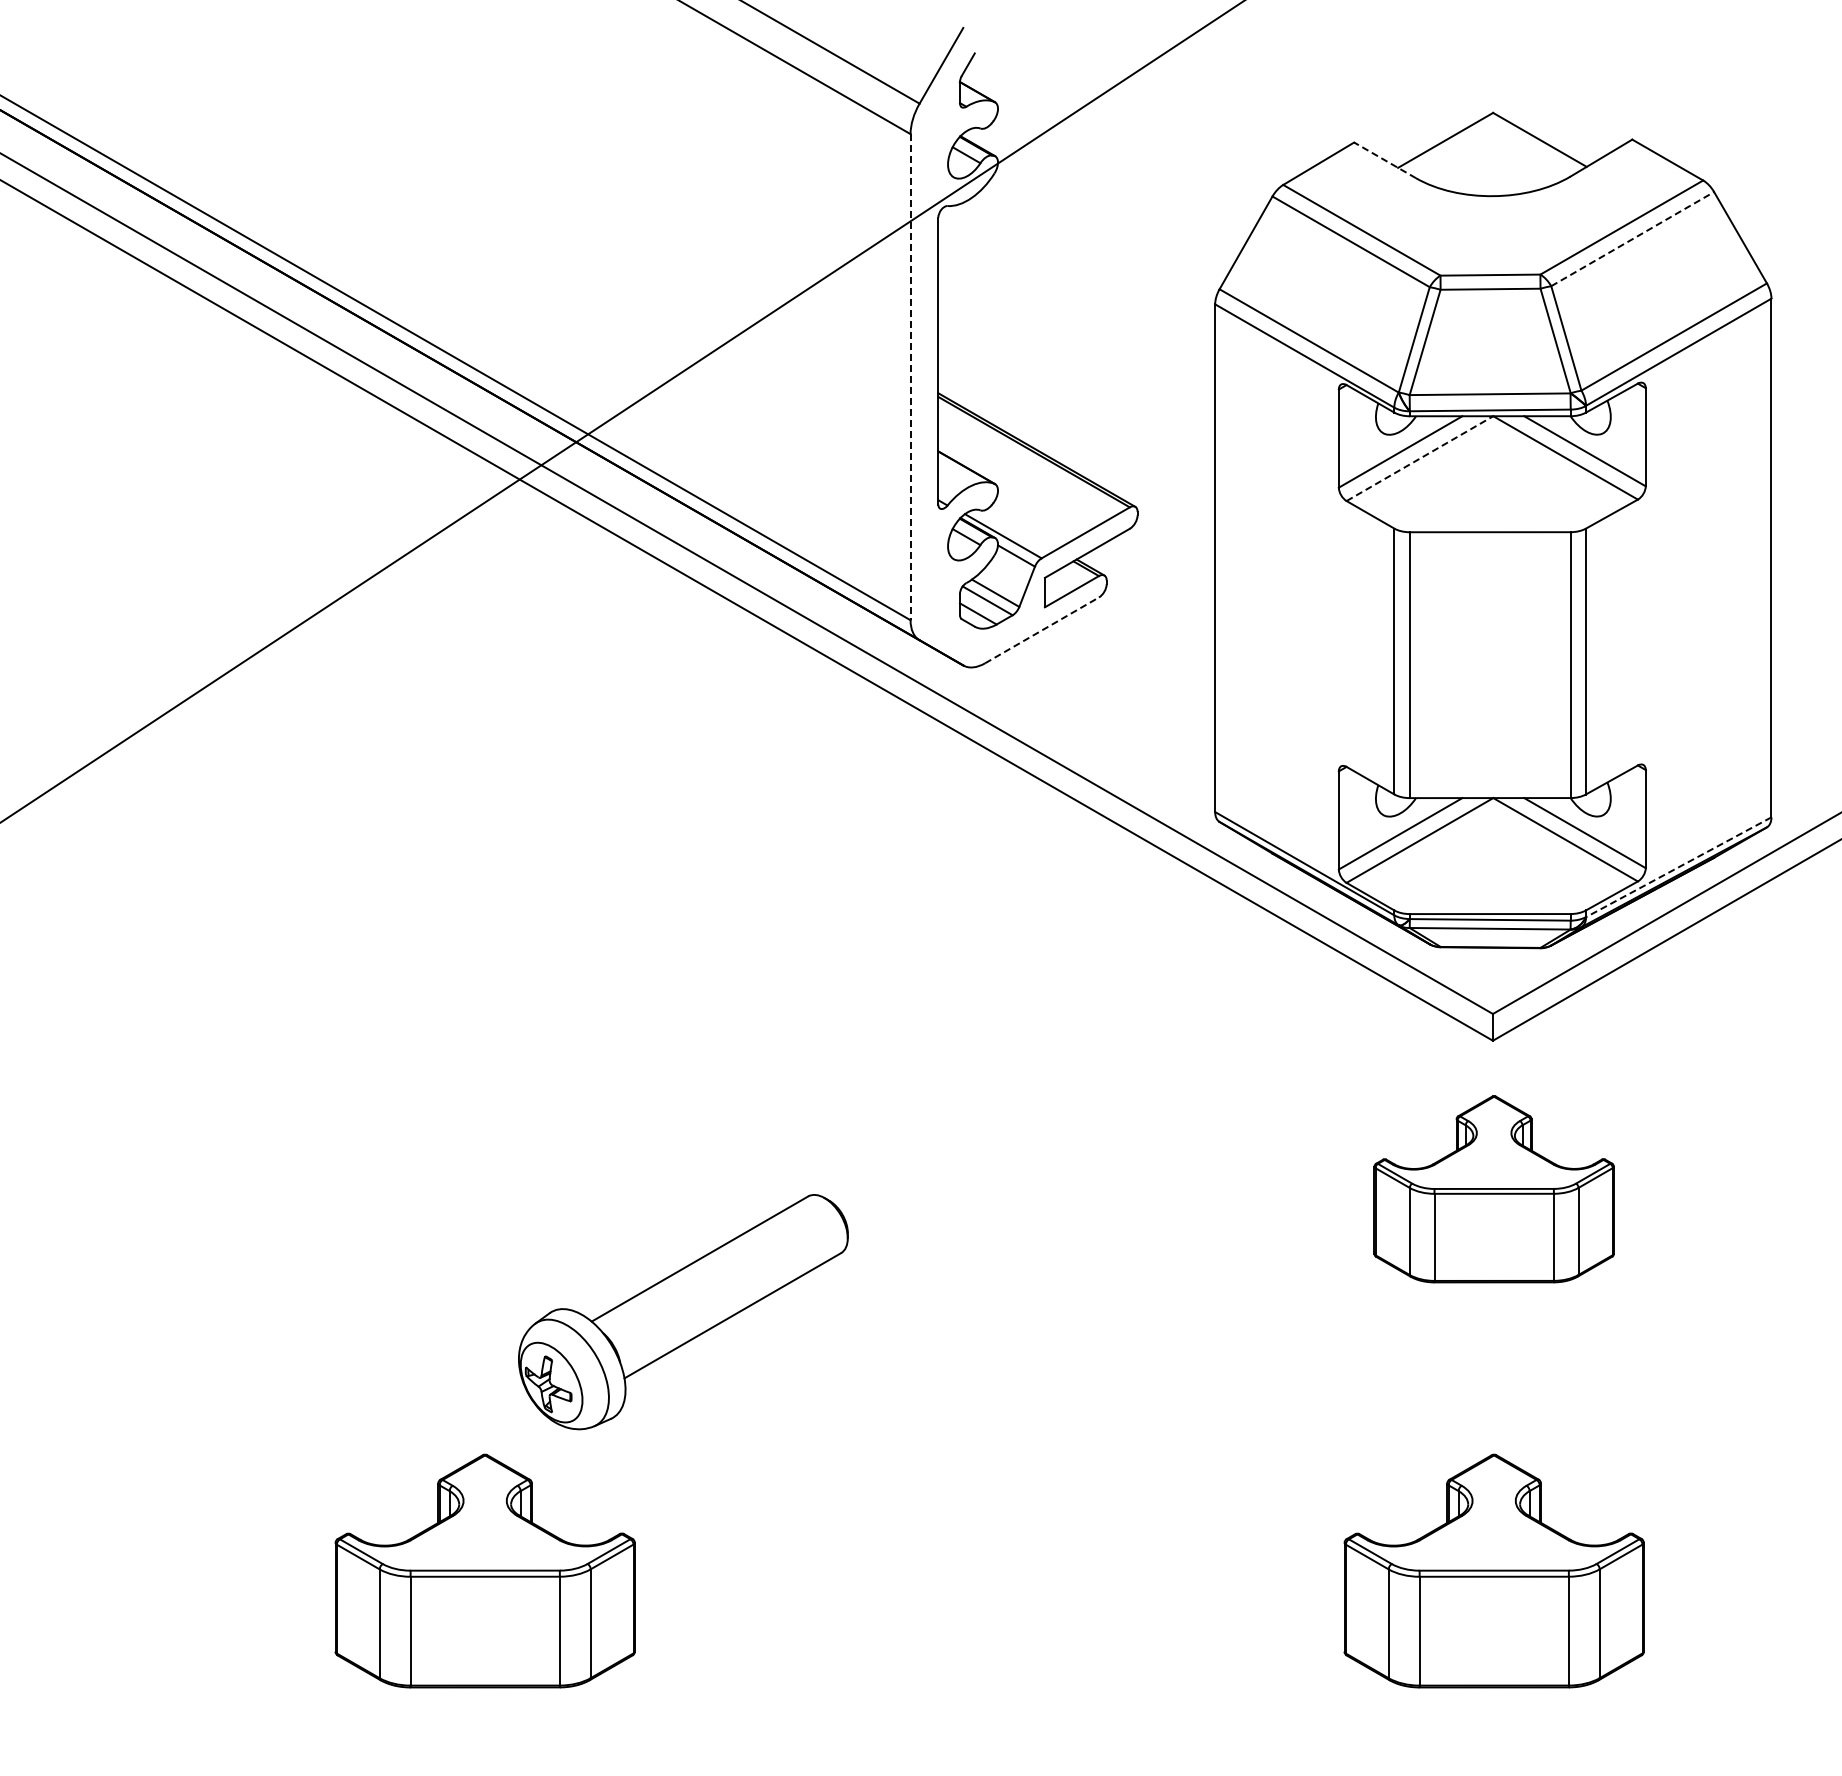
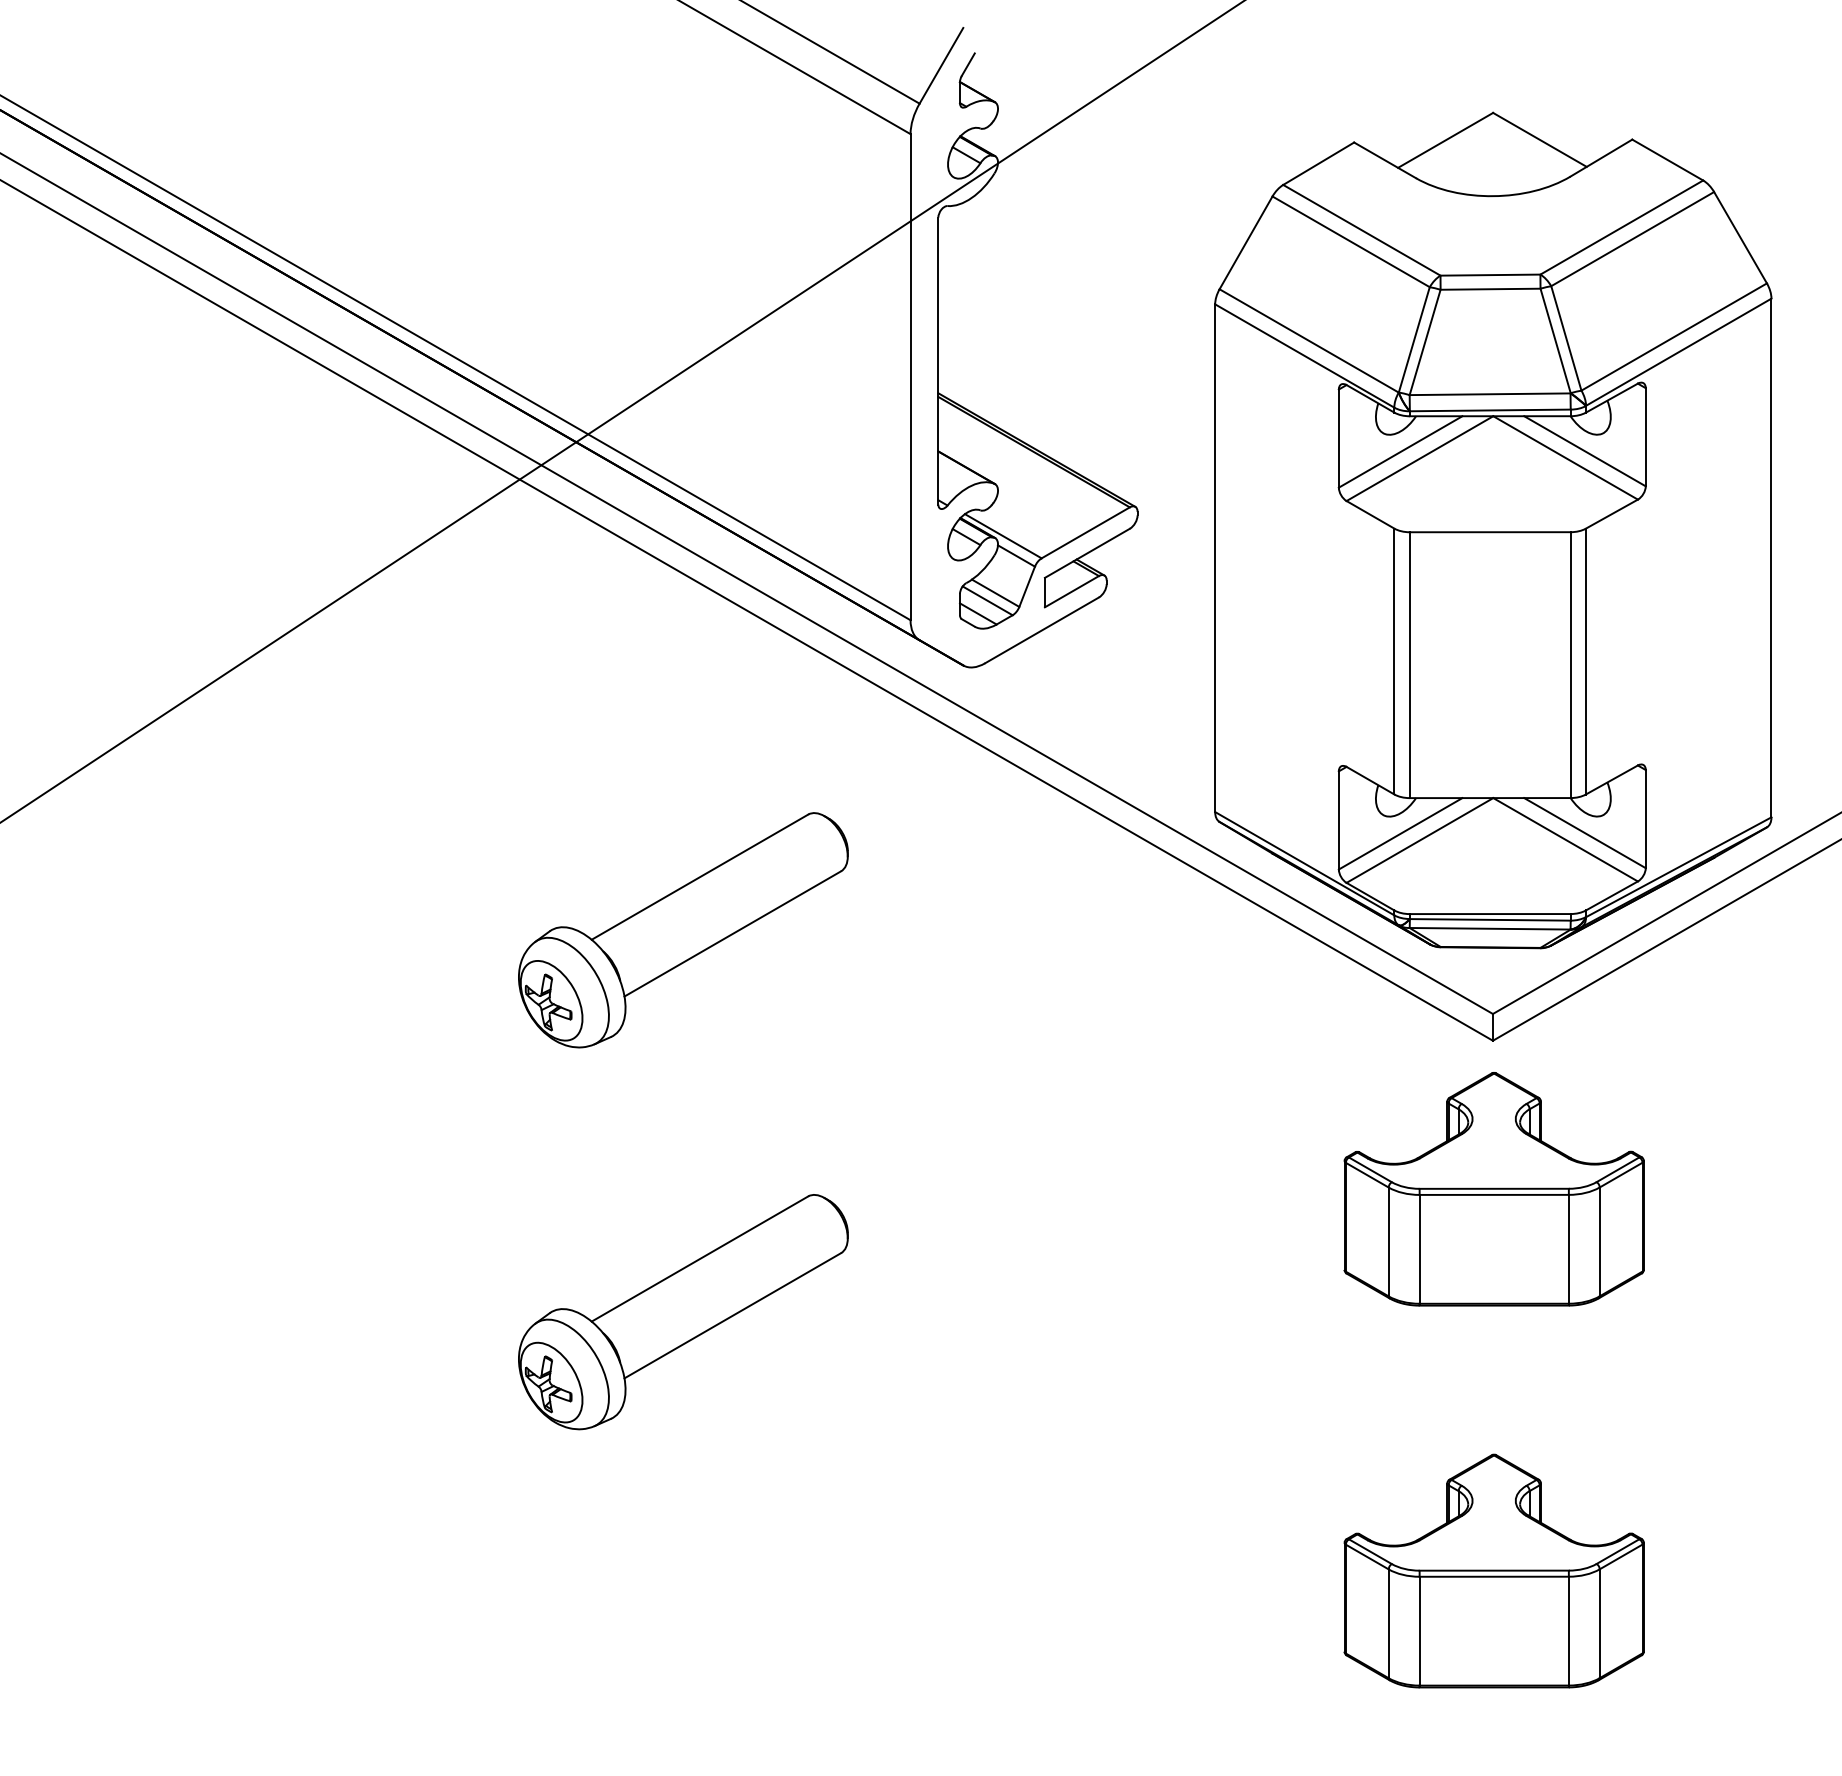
line at (1385, 160): dashed -> solid
line at (1633, 238): dashed -> solid
line at (910, 377): dashed -> solid
line at (1419, 458): dashed -> solid
line at (1042, 630): dashed -> solid
line at (1678, 867): dashed -> solid
part at (683, 930): none -> present
part at (1493, 1189) size: 242x189 px -> 302x235 px
part at (484, 1570): present -> none
